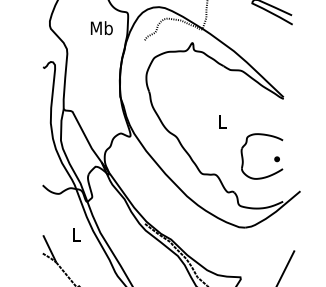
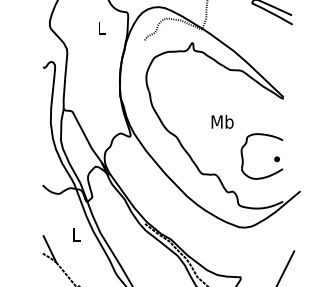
text at (101, 28): Mb -> L
text at (222, 121): L -> Mb
